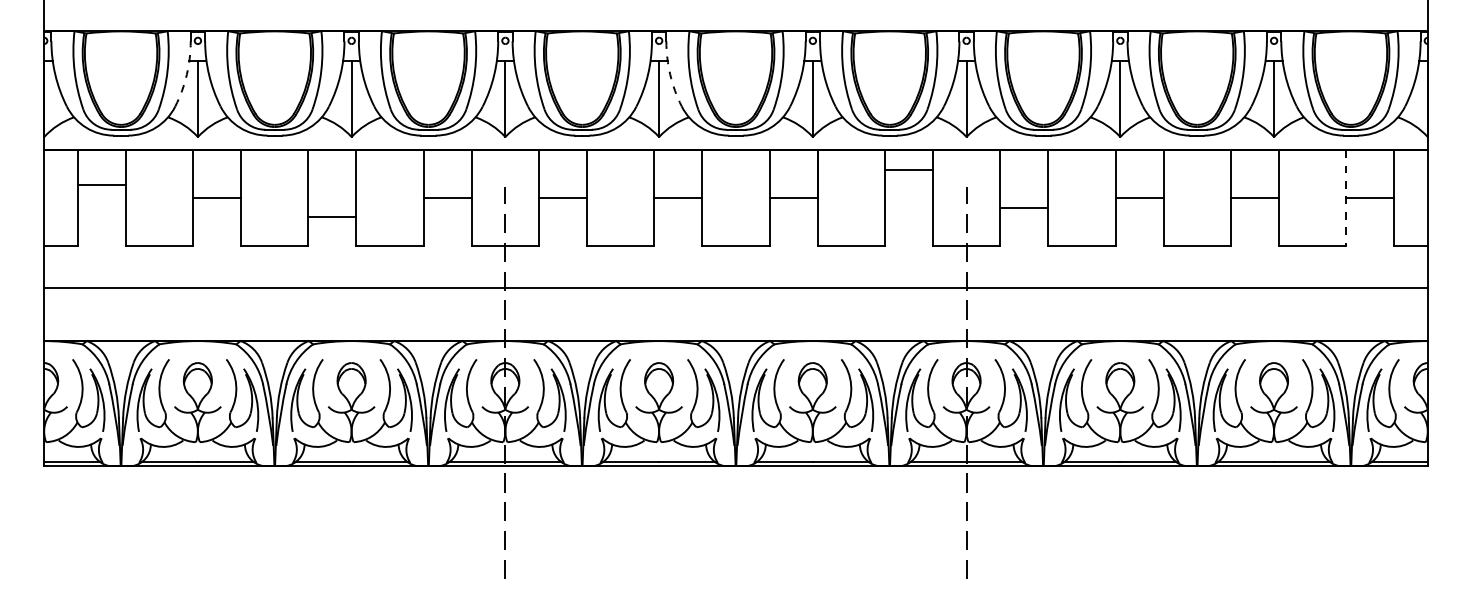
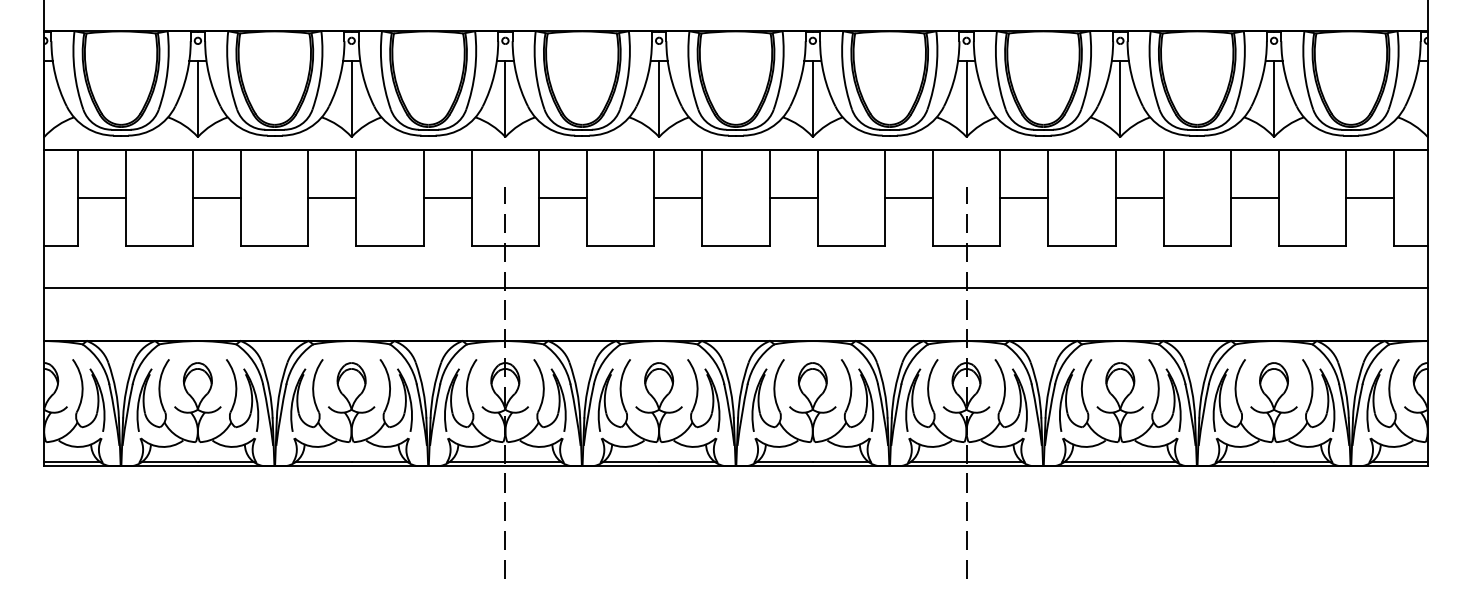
arc at (186, 74): dashed -> solid
arc at (670, 74): dashed -> solid
line at (908, 170) position: (908, 170) -> (908, 198)
line at (101, 185) position: (101, 185) -> (101, 198)
line at (1346, 198): dashed -> solid
line at (1024, 208) position: (1024, 208) -> (1024, 198)
line at (332, 217) position: (332, 217) -> (332, 198)
